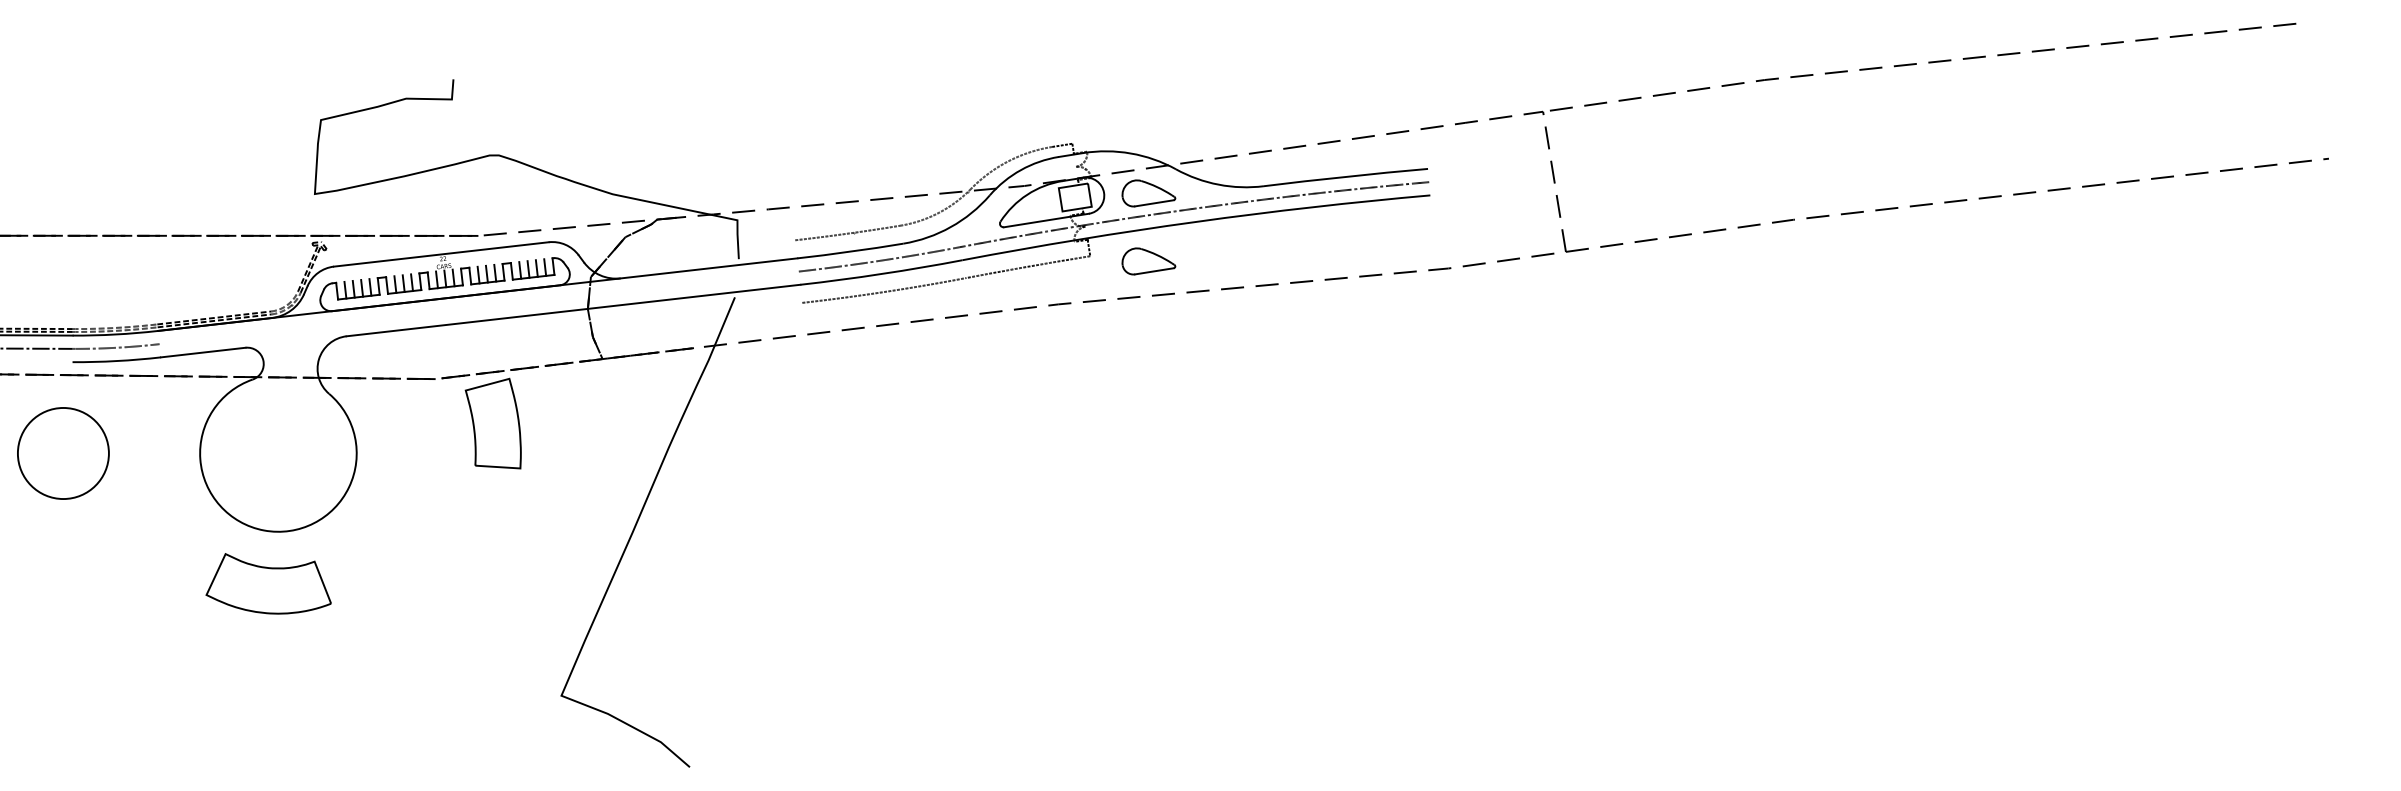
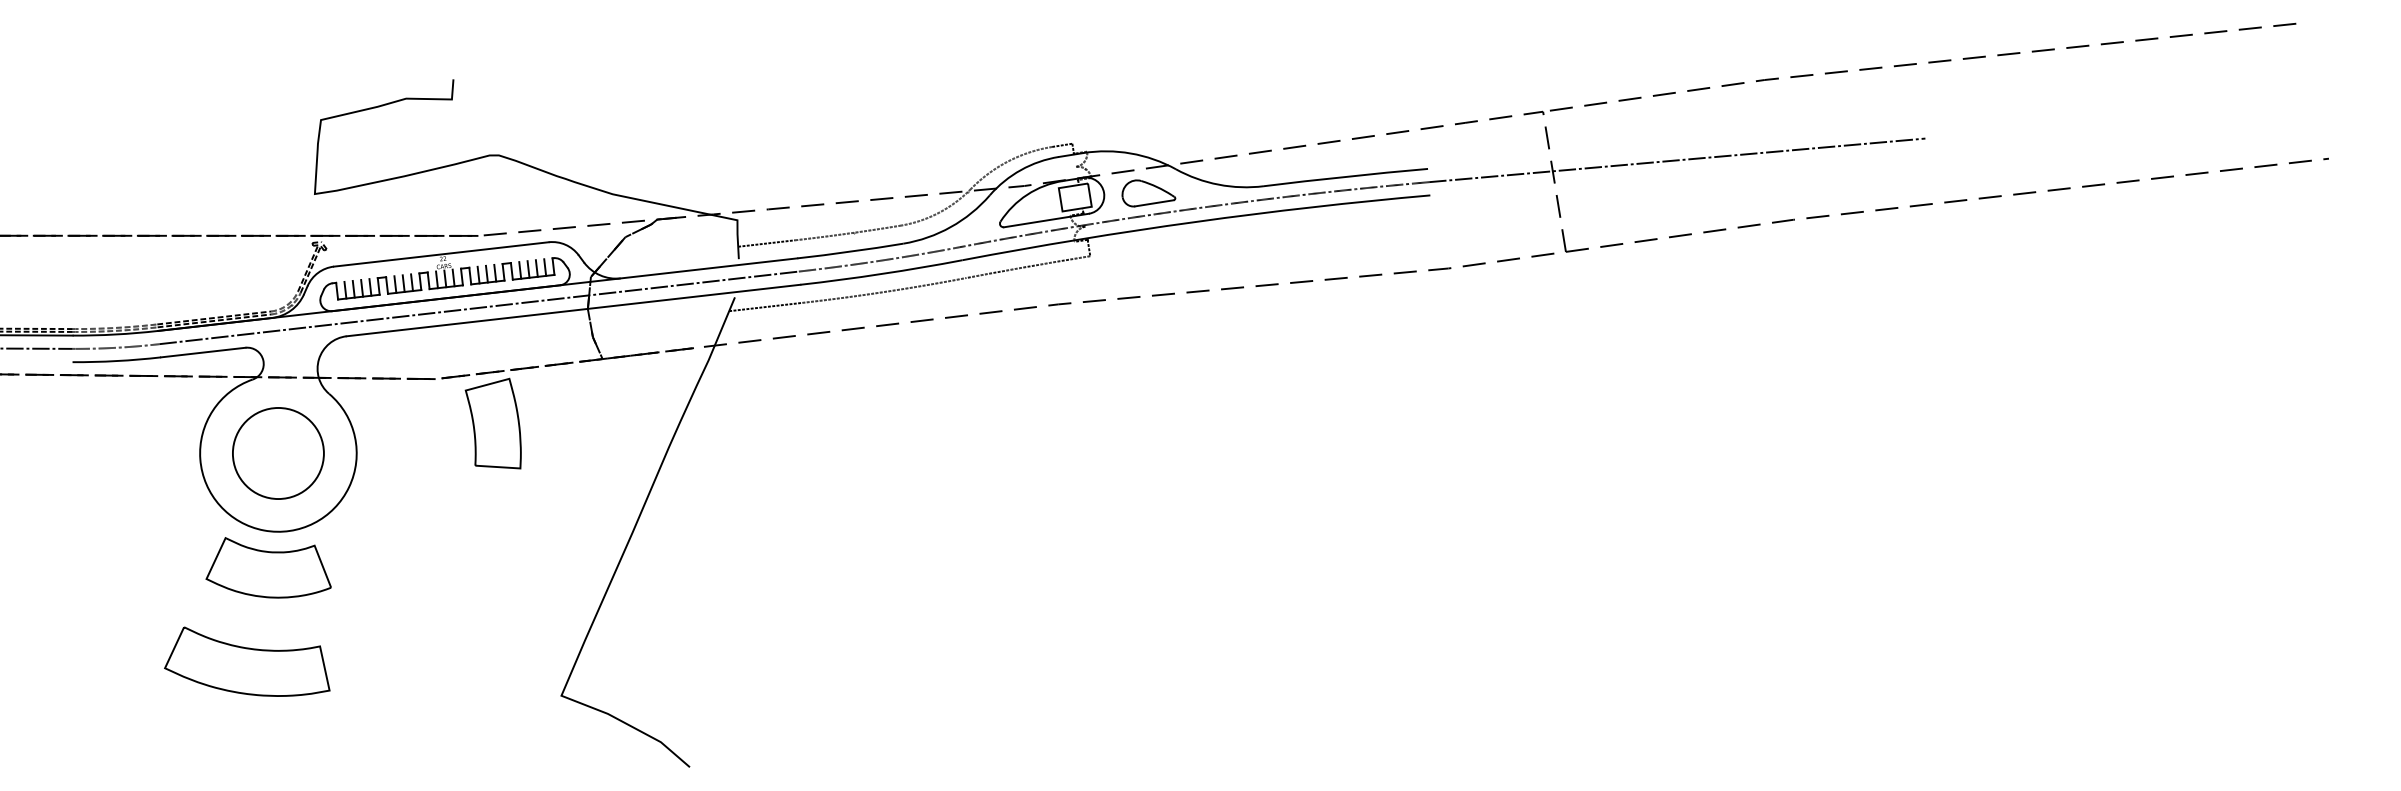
line at (1677, 160): none -> present
line at (766, 243): none -> present
part at (1148, 261): present -> none
line at (765, 306): none -> present
line at (478, 307): none -> present
circle at (63, 453) position: (63, 453) -> (278, 453)
part at (268, 583) position: (268, 583) -> (268, 567)
part at (247, 661): none -> present
